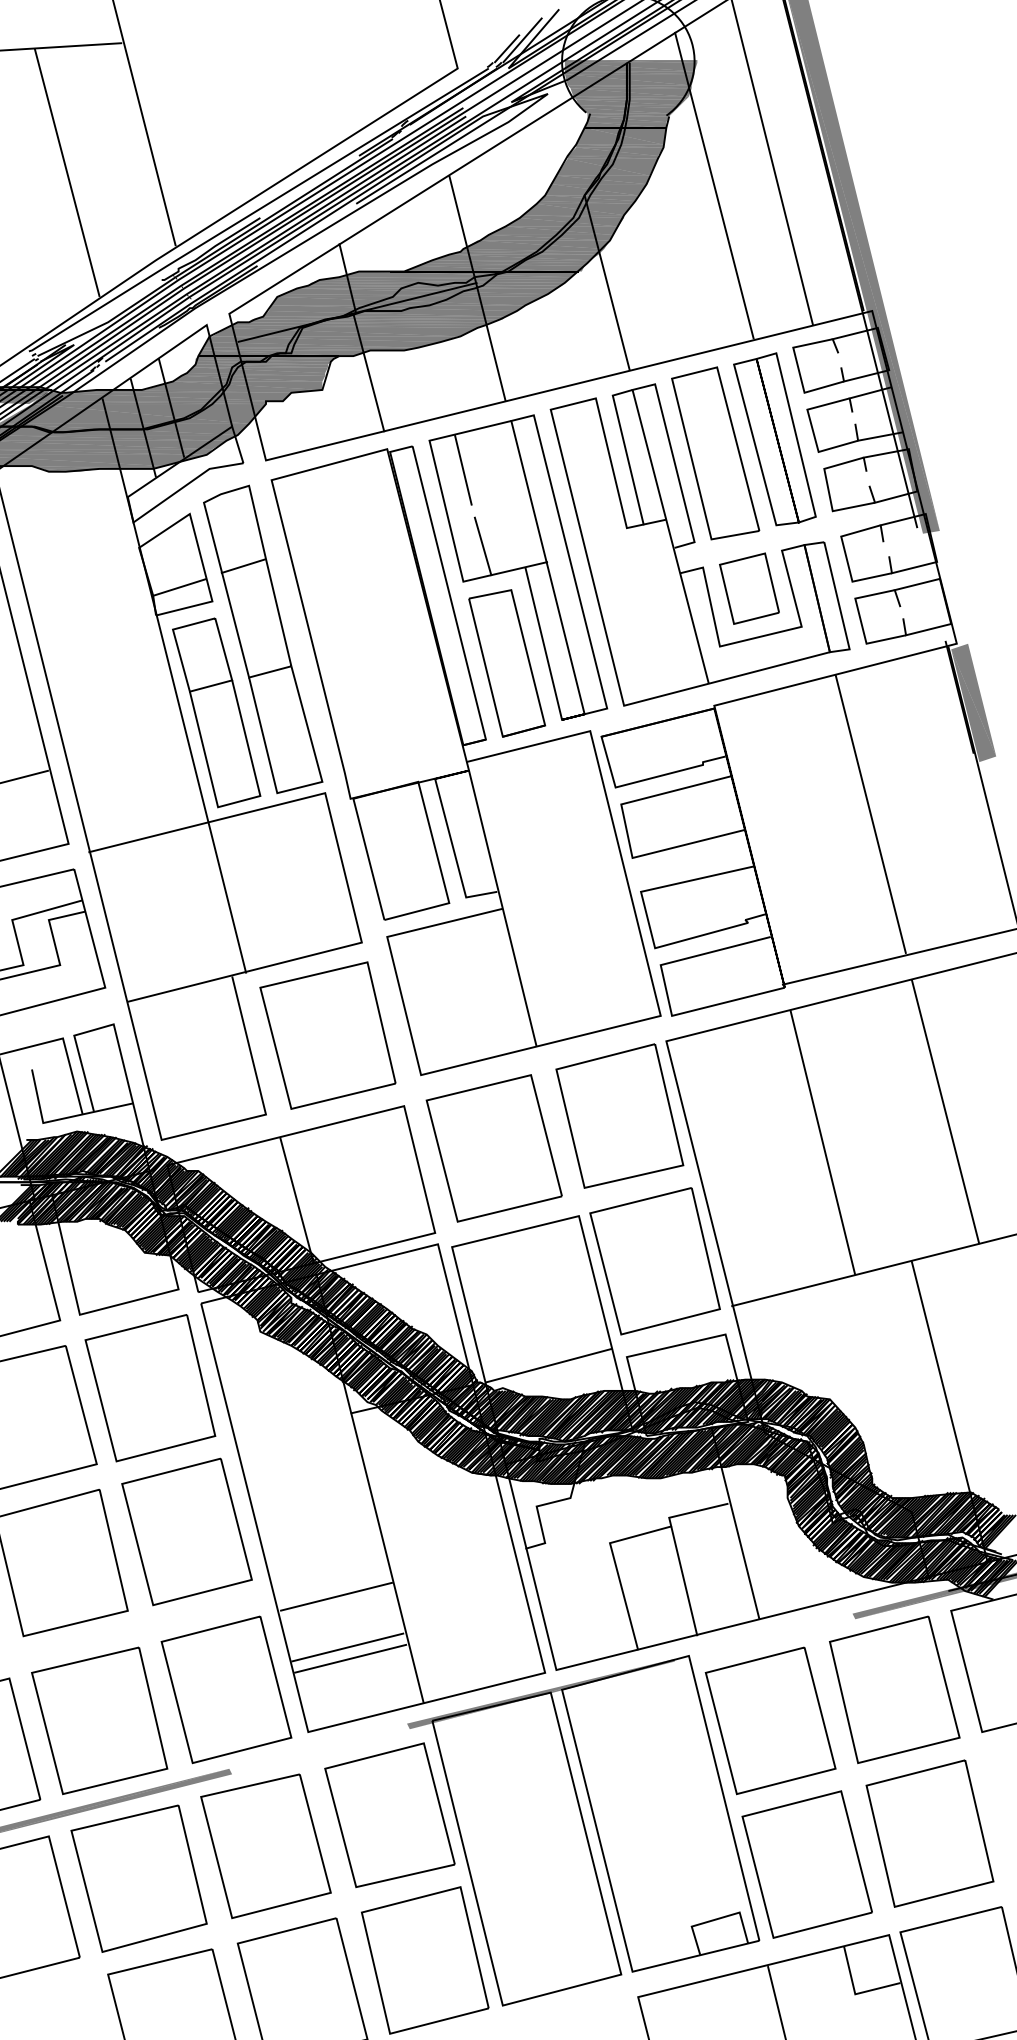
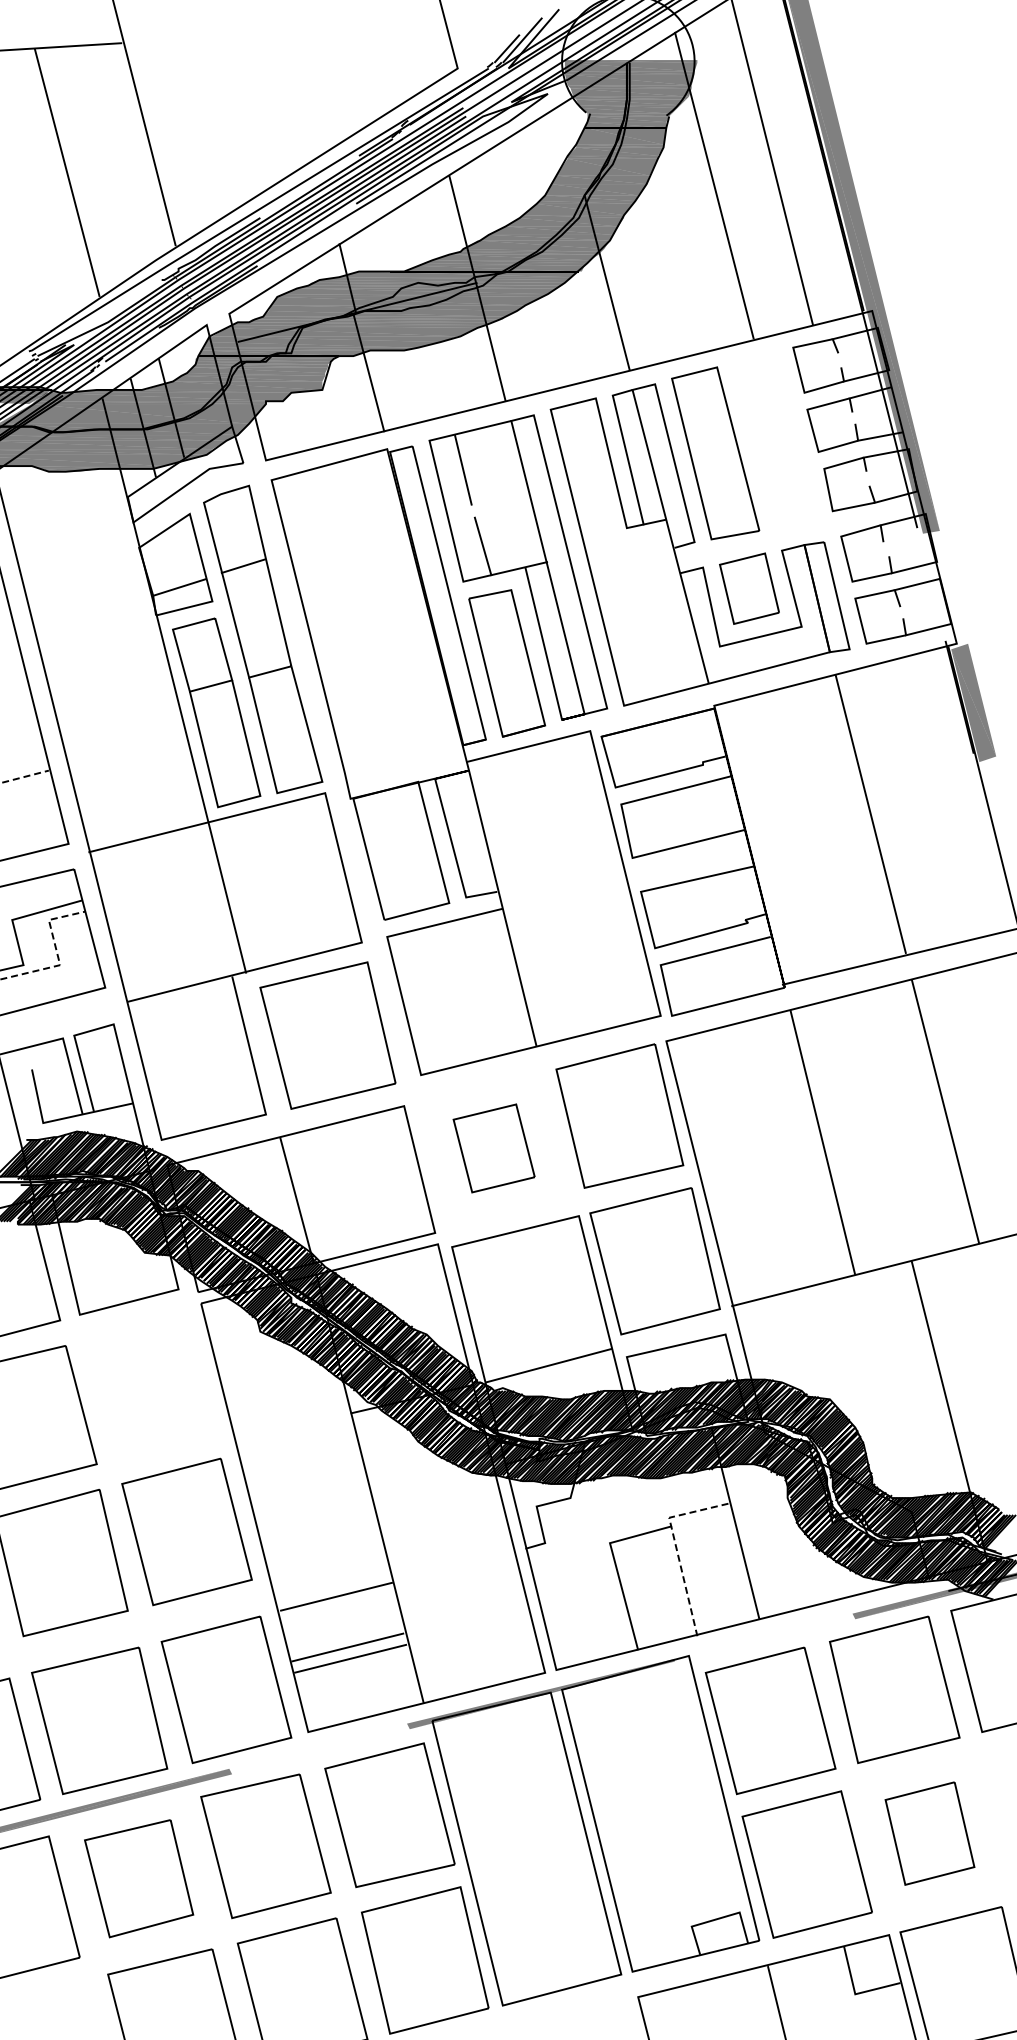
part at (774, 439): present -> none
line at (24, 776): solid -> dashed
line at (57, 953): solid -> dashed
part at (493, 1148) size: 138x149 px -> 84x91 px
part at (150, 1388): present -> none
line at (676, 1546): solid -> dashed
part at (929, 1833) size: 130x149 px -> 92x105 px
part at (138, 1878) size: 138x149 px -> 111x120 px
